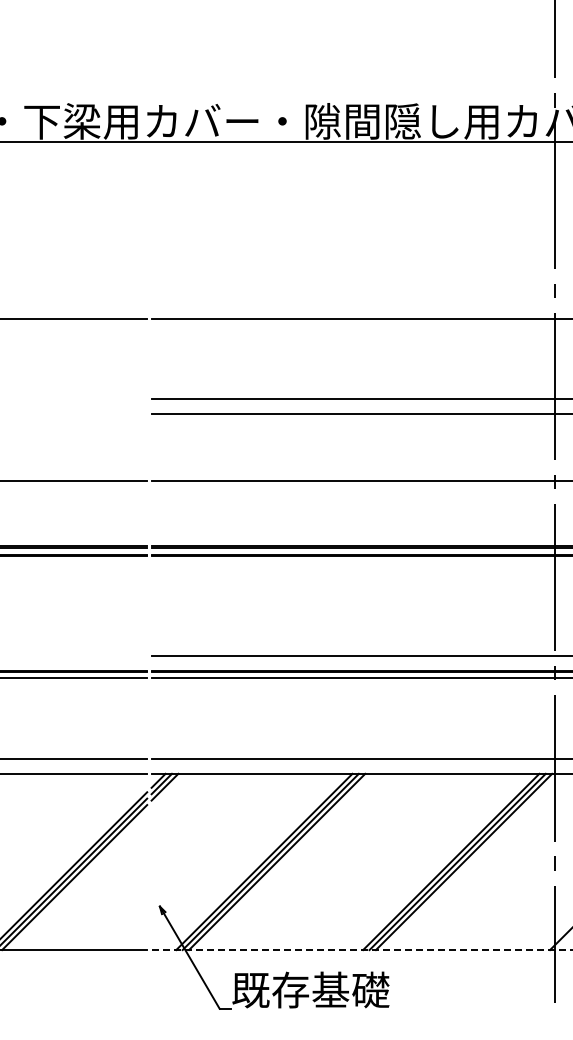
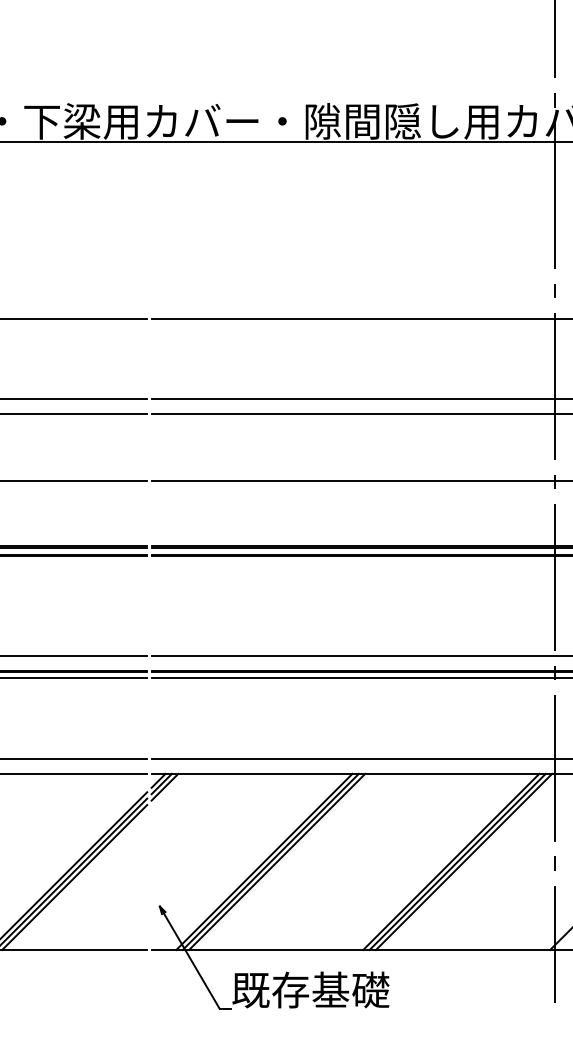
line at (74, 398): none -> present
line at (74, 414): none -> present
line at (74, 655): none -> present
line at (362, 950): dashed -> solid
